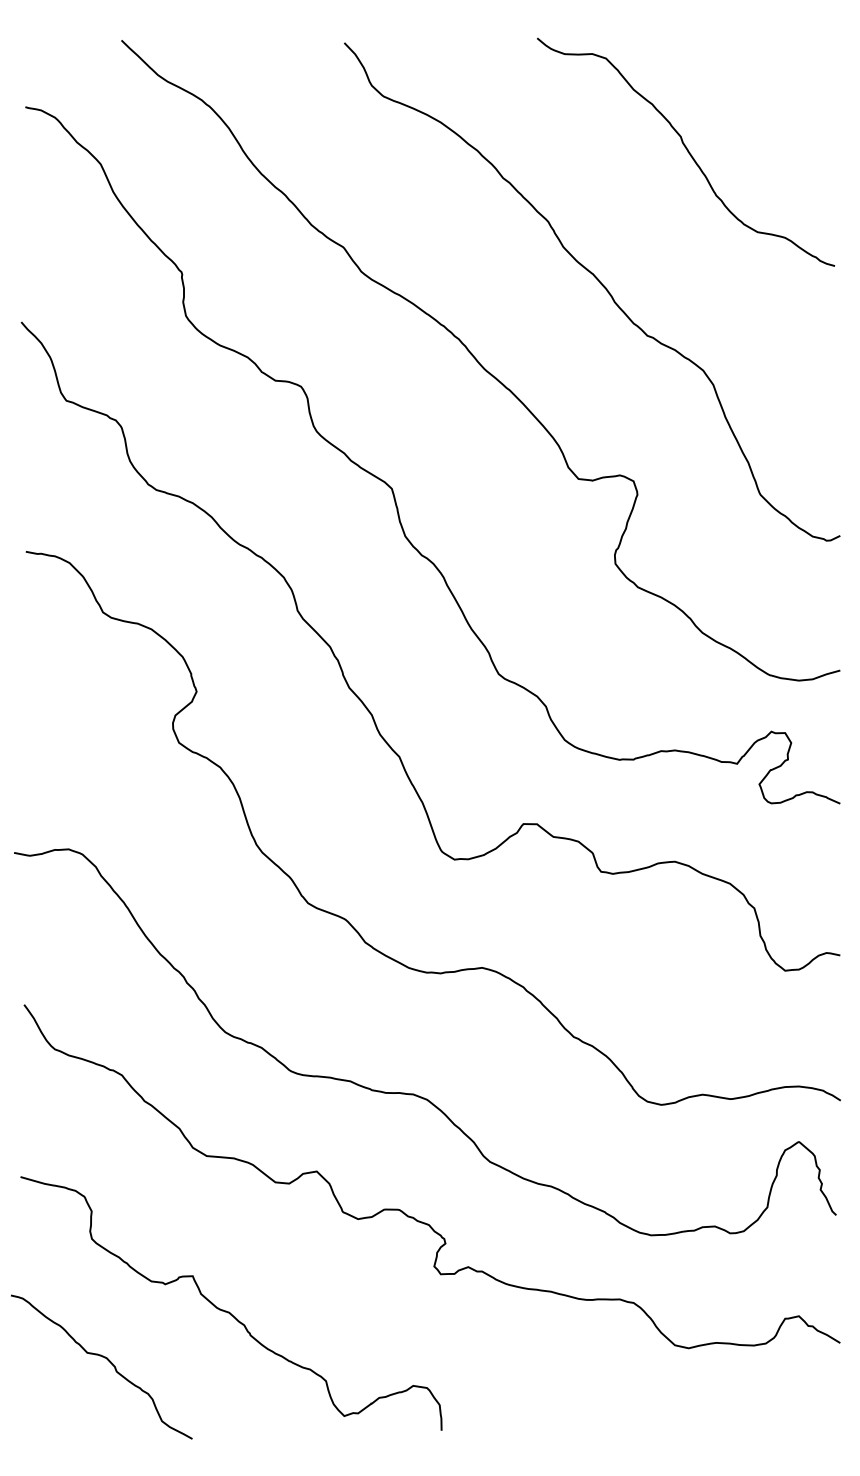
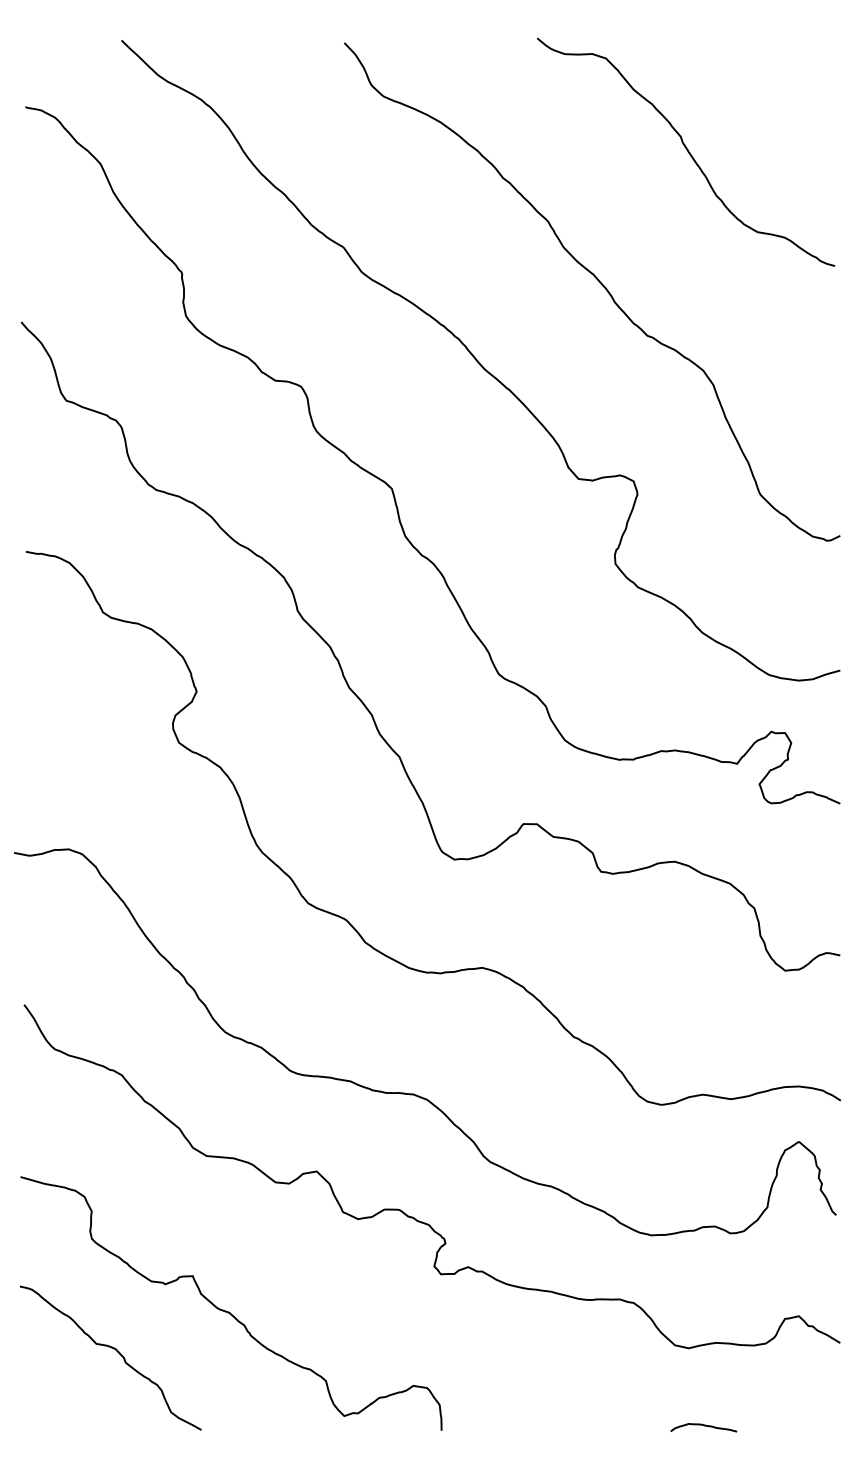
curve at (107, 1360) position: (107, 1360) -> (116, 1351)
curve at (704, 1426): none -> present
